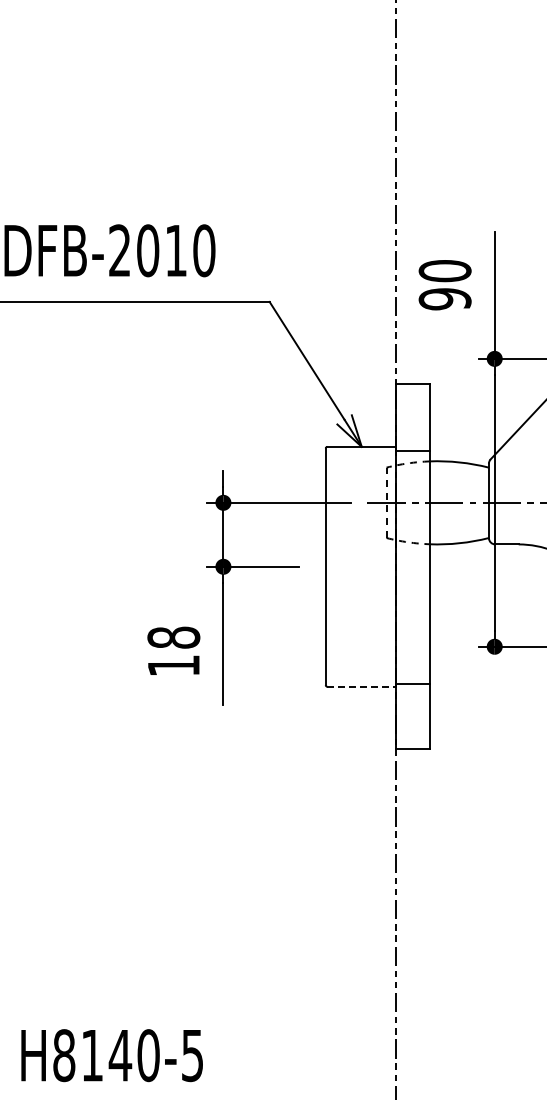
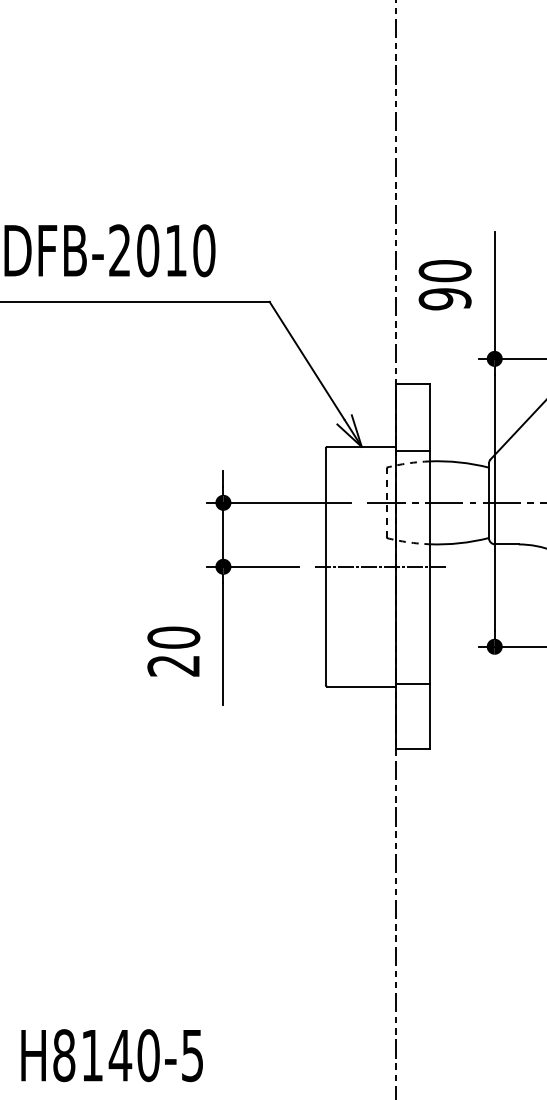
line at (380, 566): none -> present
text at (173, 651): 18 -> 20
line at (362, 686): dashed -> solid
